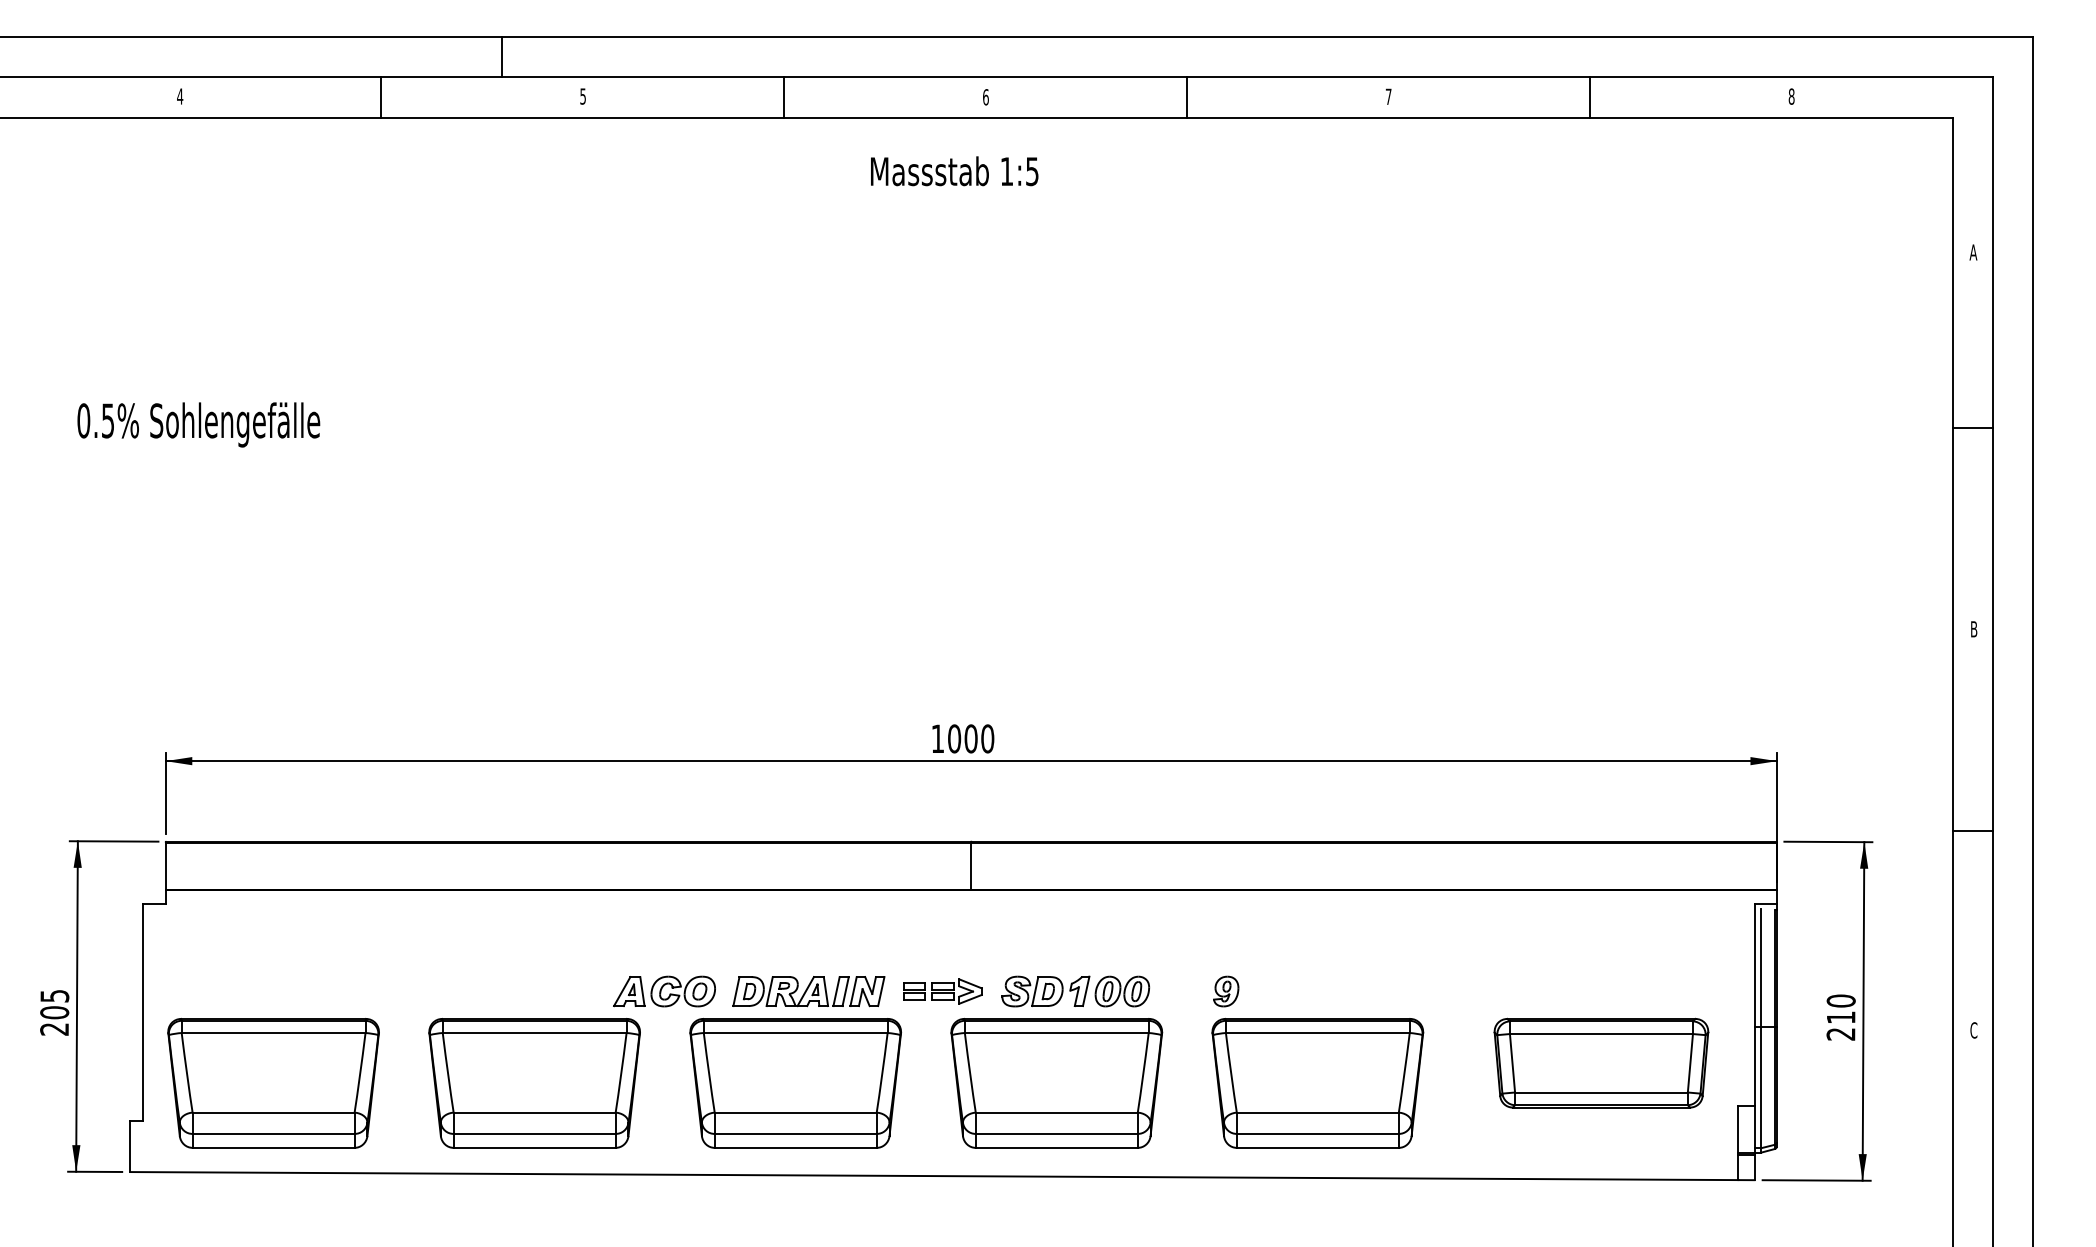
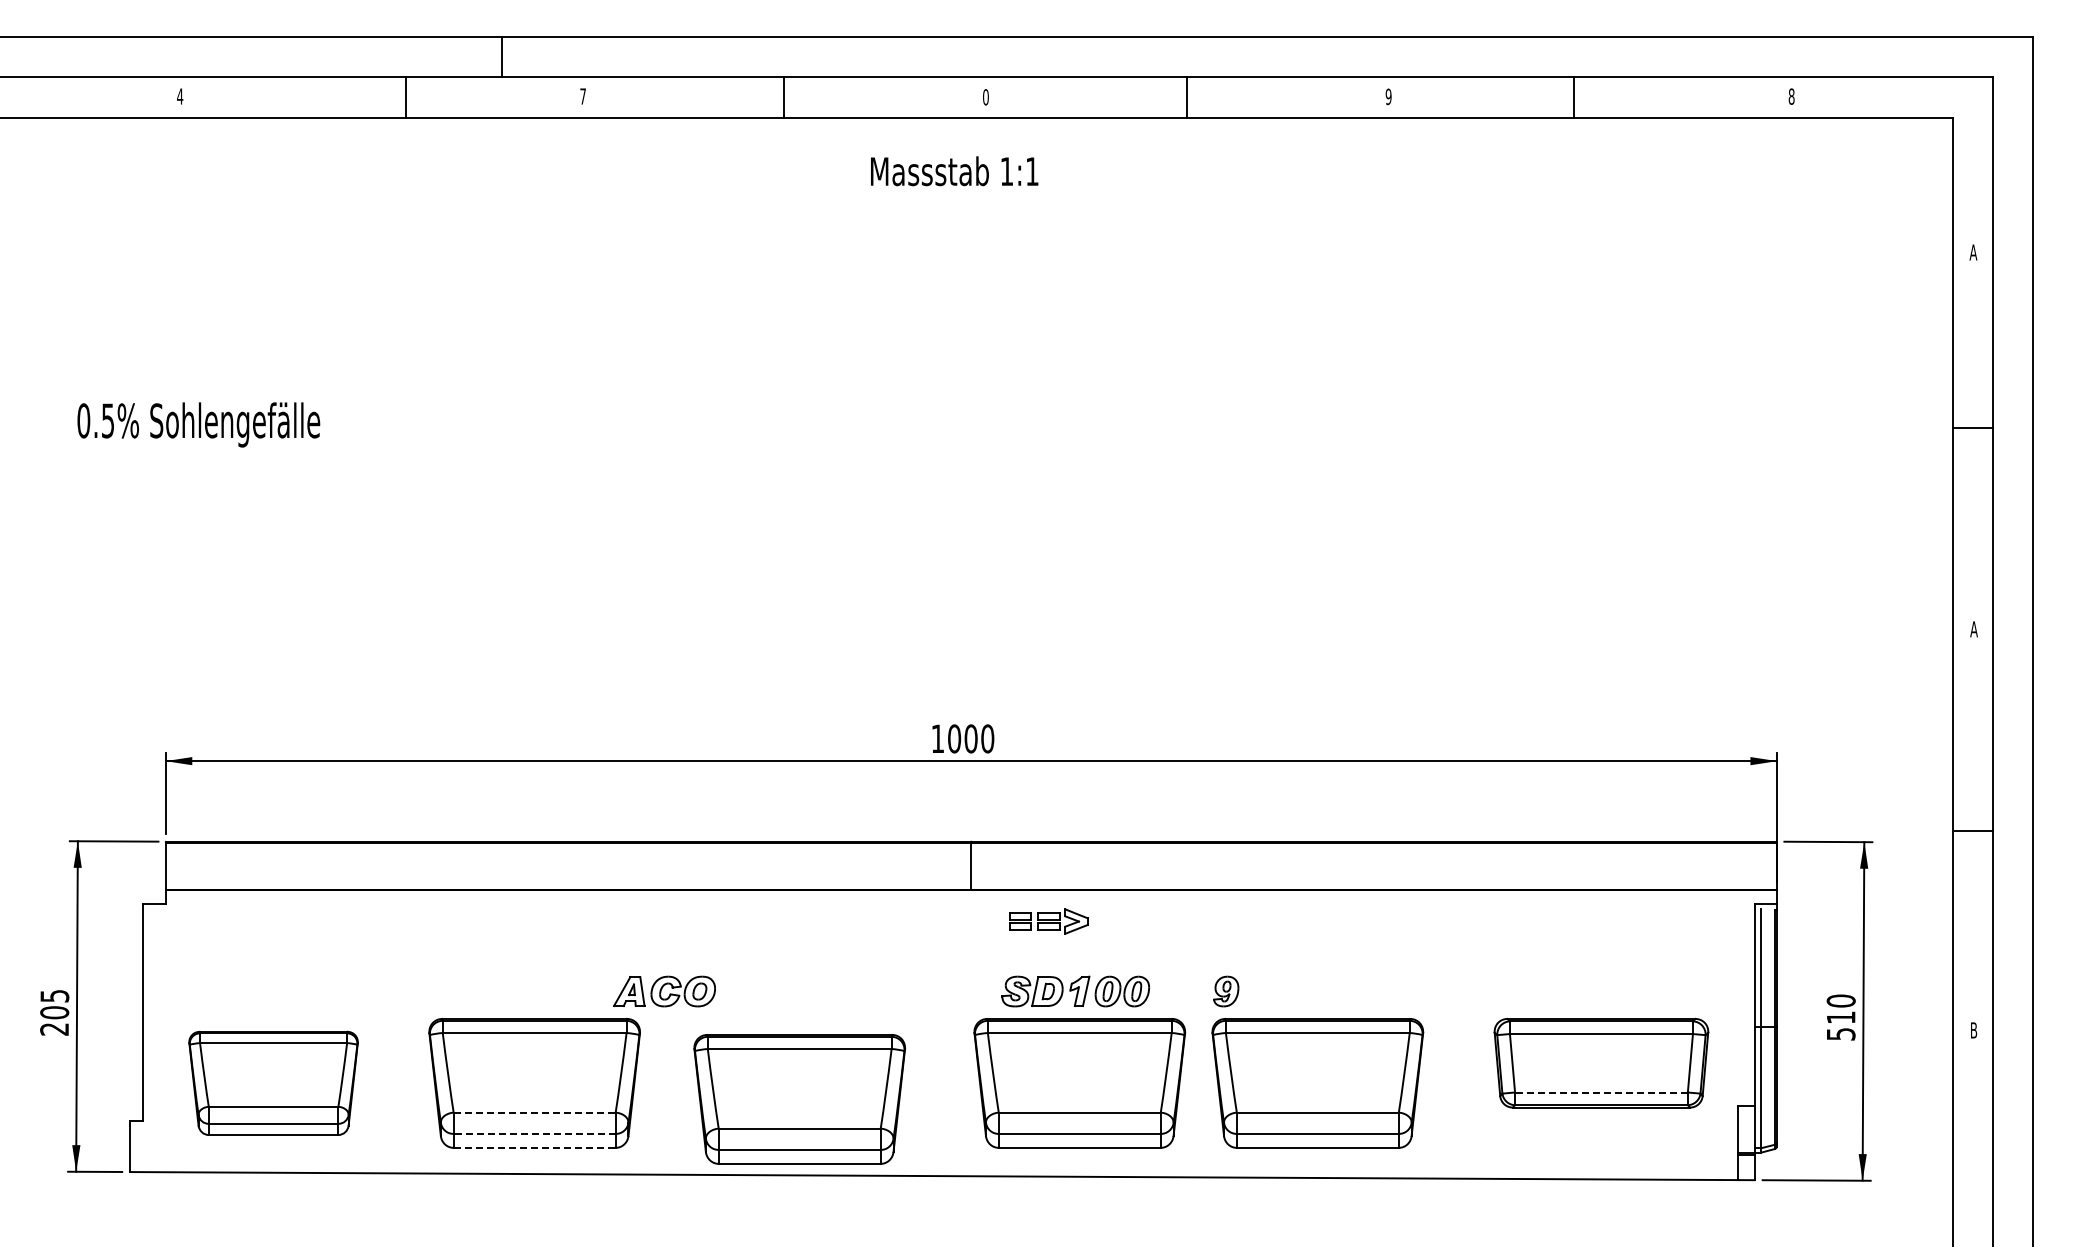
text at (582, 96): 5 -> 7
text at (985, 96): 6 -> 0
text at (1388, 96): 7 -> 9
line at (381, 97) position: (381, 97) -> (406, 97)
line at (1589, 97) position: (1589, 97) -> (1573, 97)
text at (1032, 171): 1:5 -> 1:1
text at (1973, 629): B -> A
part at (808, 991): present -> none
part at (942, 991) position: (942, 991) -> (1048, 921)
text at (1973, 1030): C -> B
text at (1840, 1034): 210 -> 510
part at (273, 1083) size: 213x131 px -> 171x106 px
part at (795, 1083) position: (795, 1083) -> (799, 1099)
part at (1056, 1083) position: (1056, 1083) -> (1079, 1083)
line at (1600, 1092): solid -> dashed
line at (535, 1112): solid -> dashed
line at (534, 1133): solid -> dashed
line at (535, 1147): solid -> dashed
